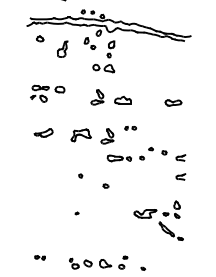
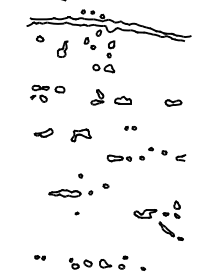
part at (107, 136): present -> none
part at (180, 176): present -> none
part at (70, 193): none -> present
